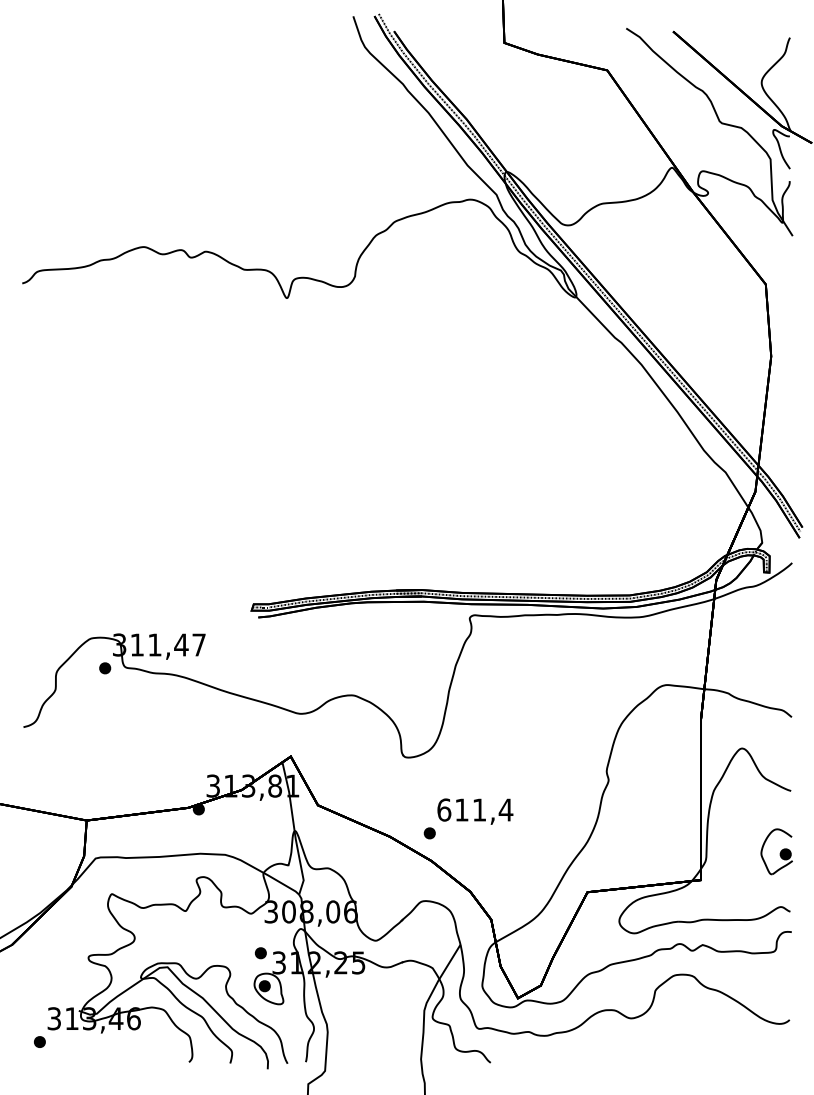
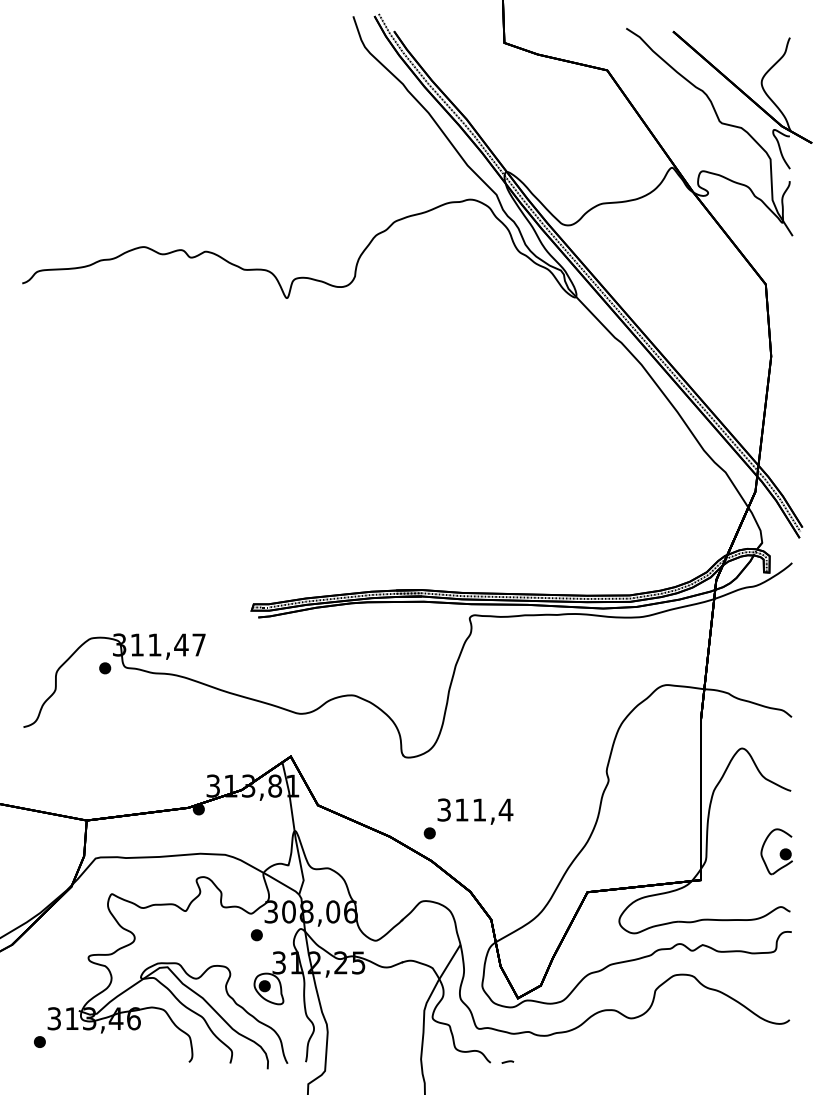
text at (444, 809): 611,4 -> 311,4
part at (260, 953) position: (260, 953) -> (256, 935)
curve at (507, 1061): none -> present
